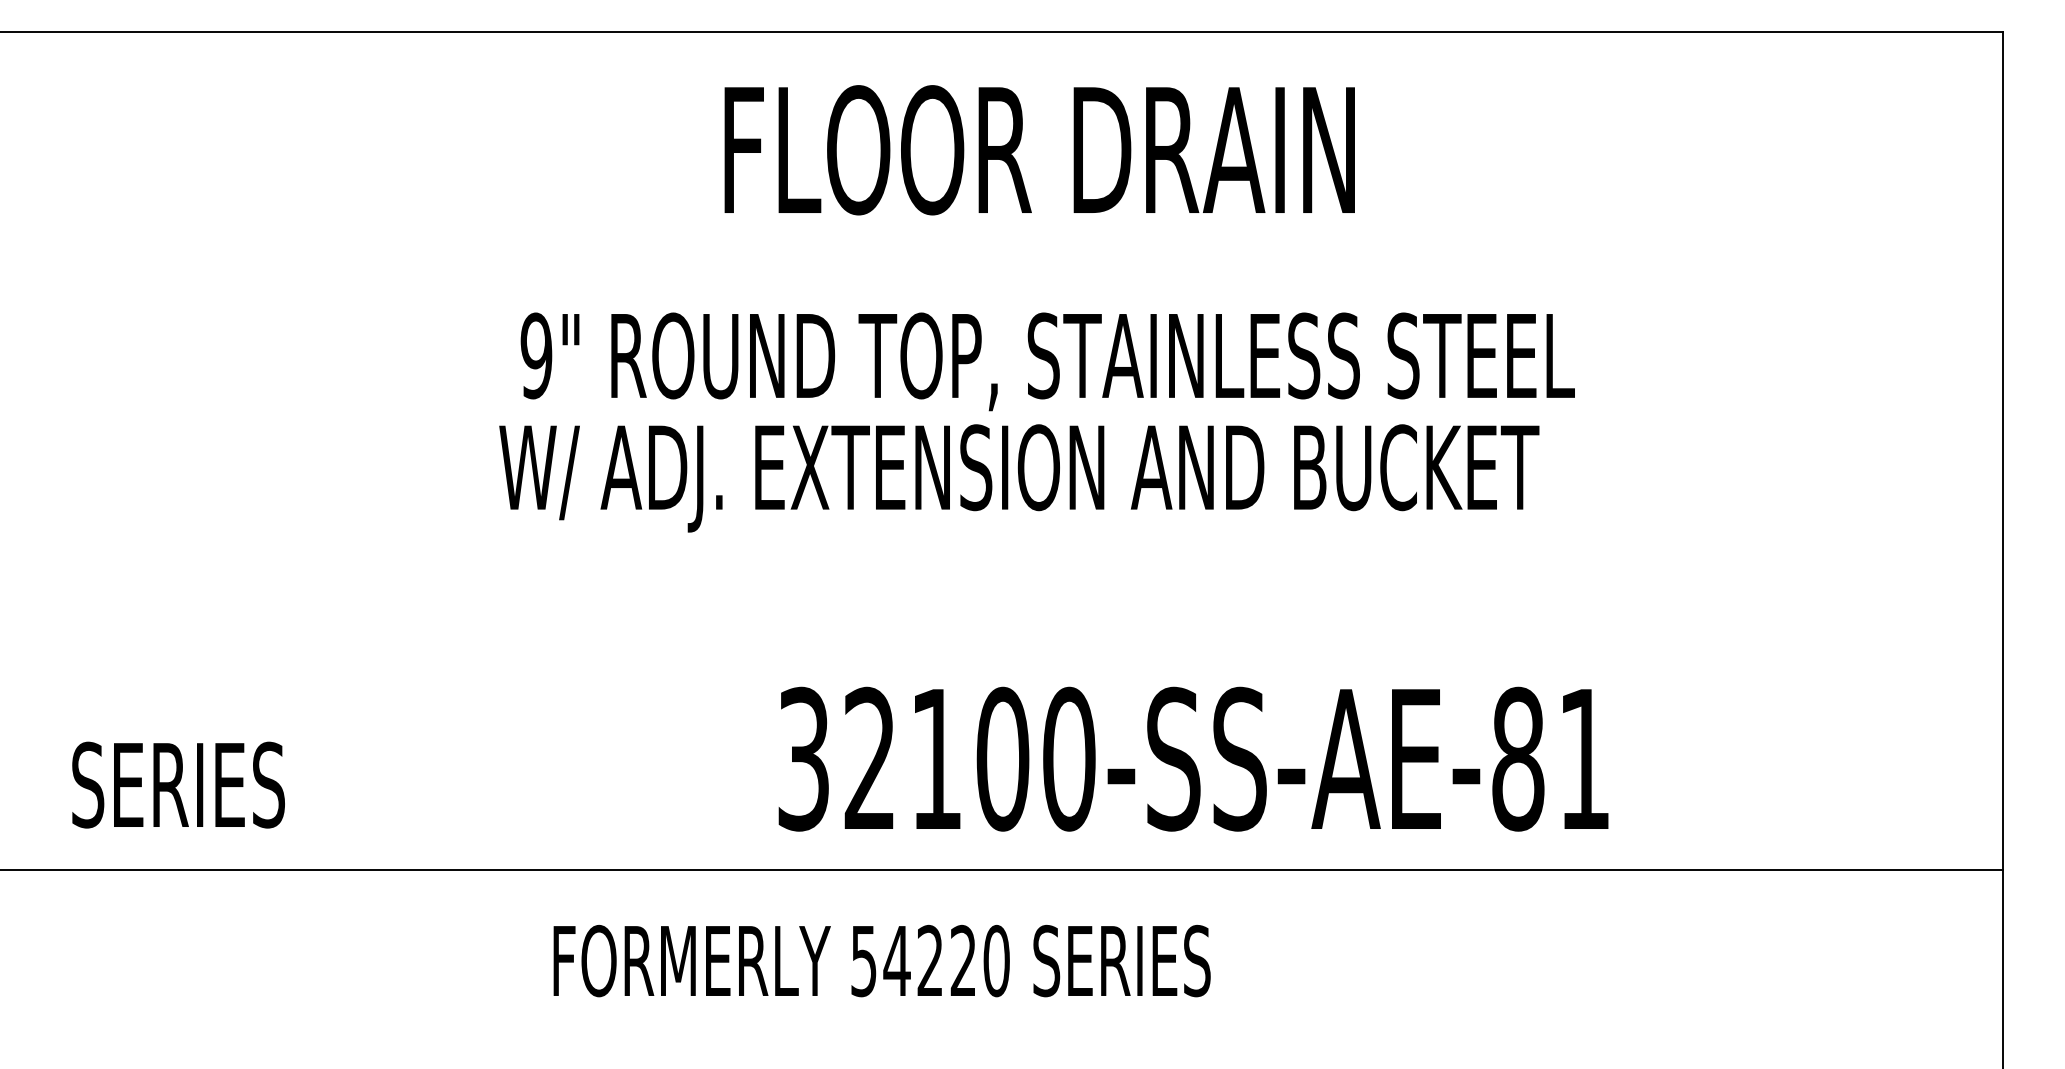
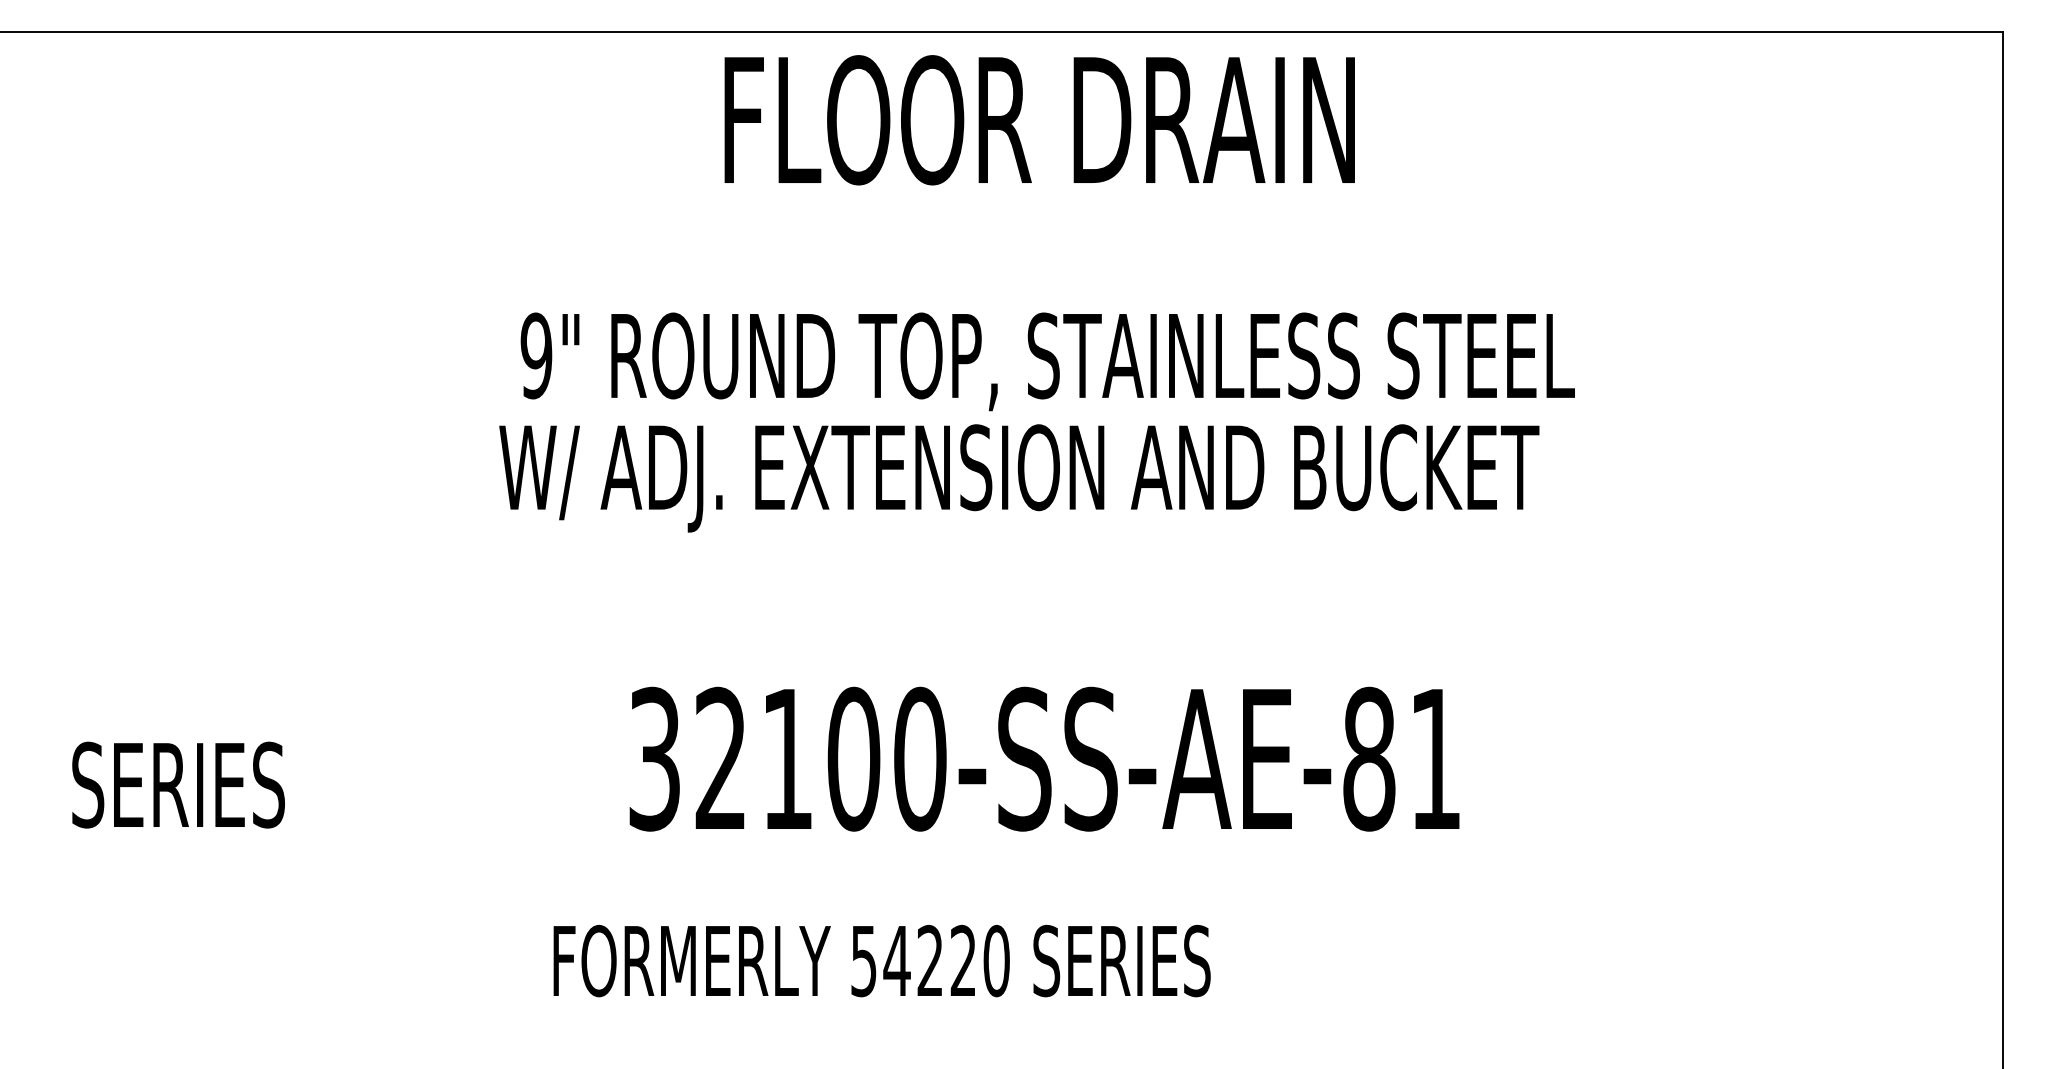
text at (1039, 150) position: (1039, 150) -> (1039, 120)
text at (1193, 758) position: (1193, 758) -> (1044, 758)
line at (1002, 870): present -> none
